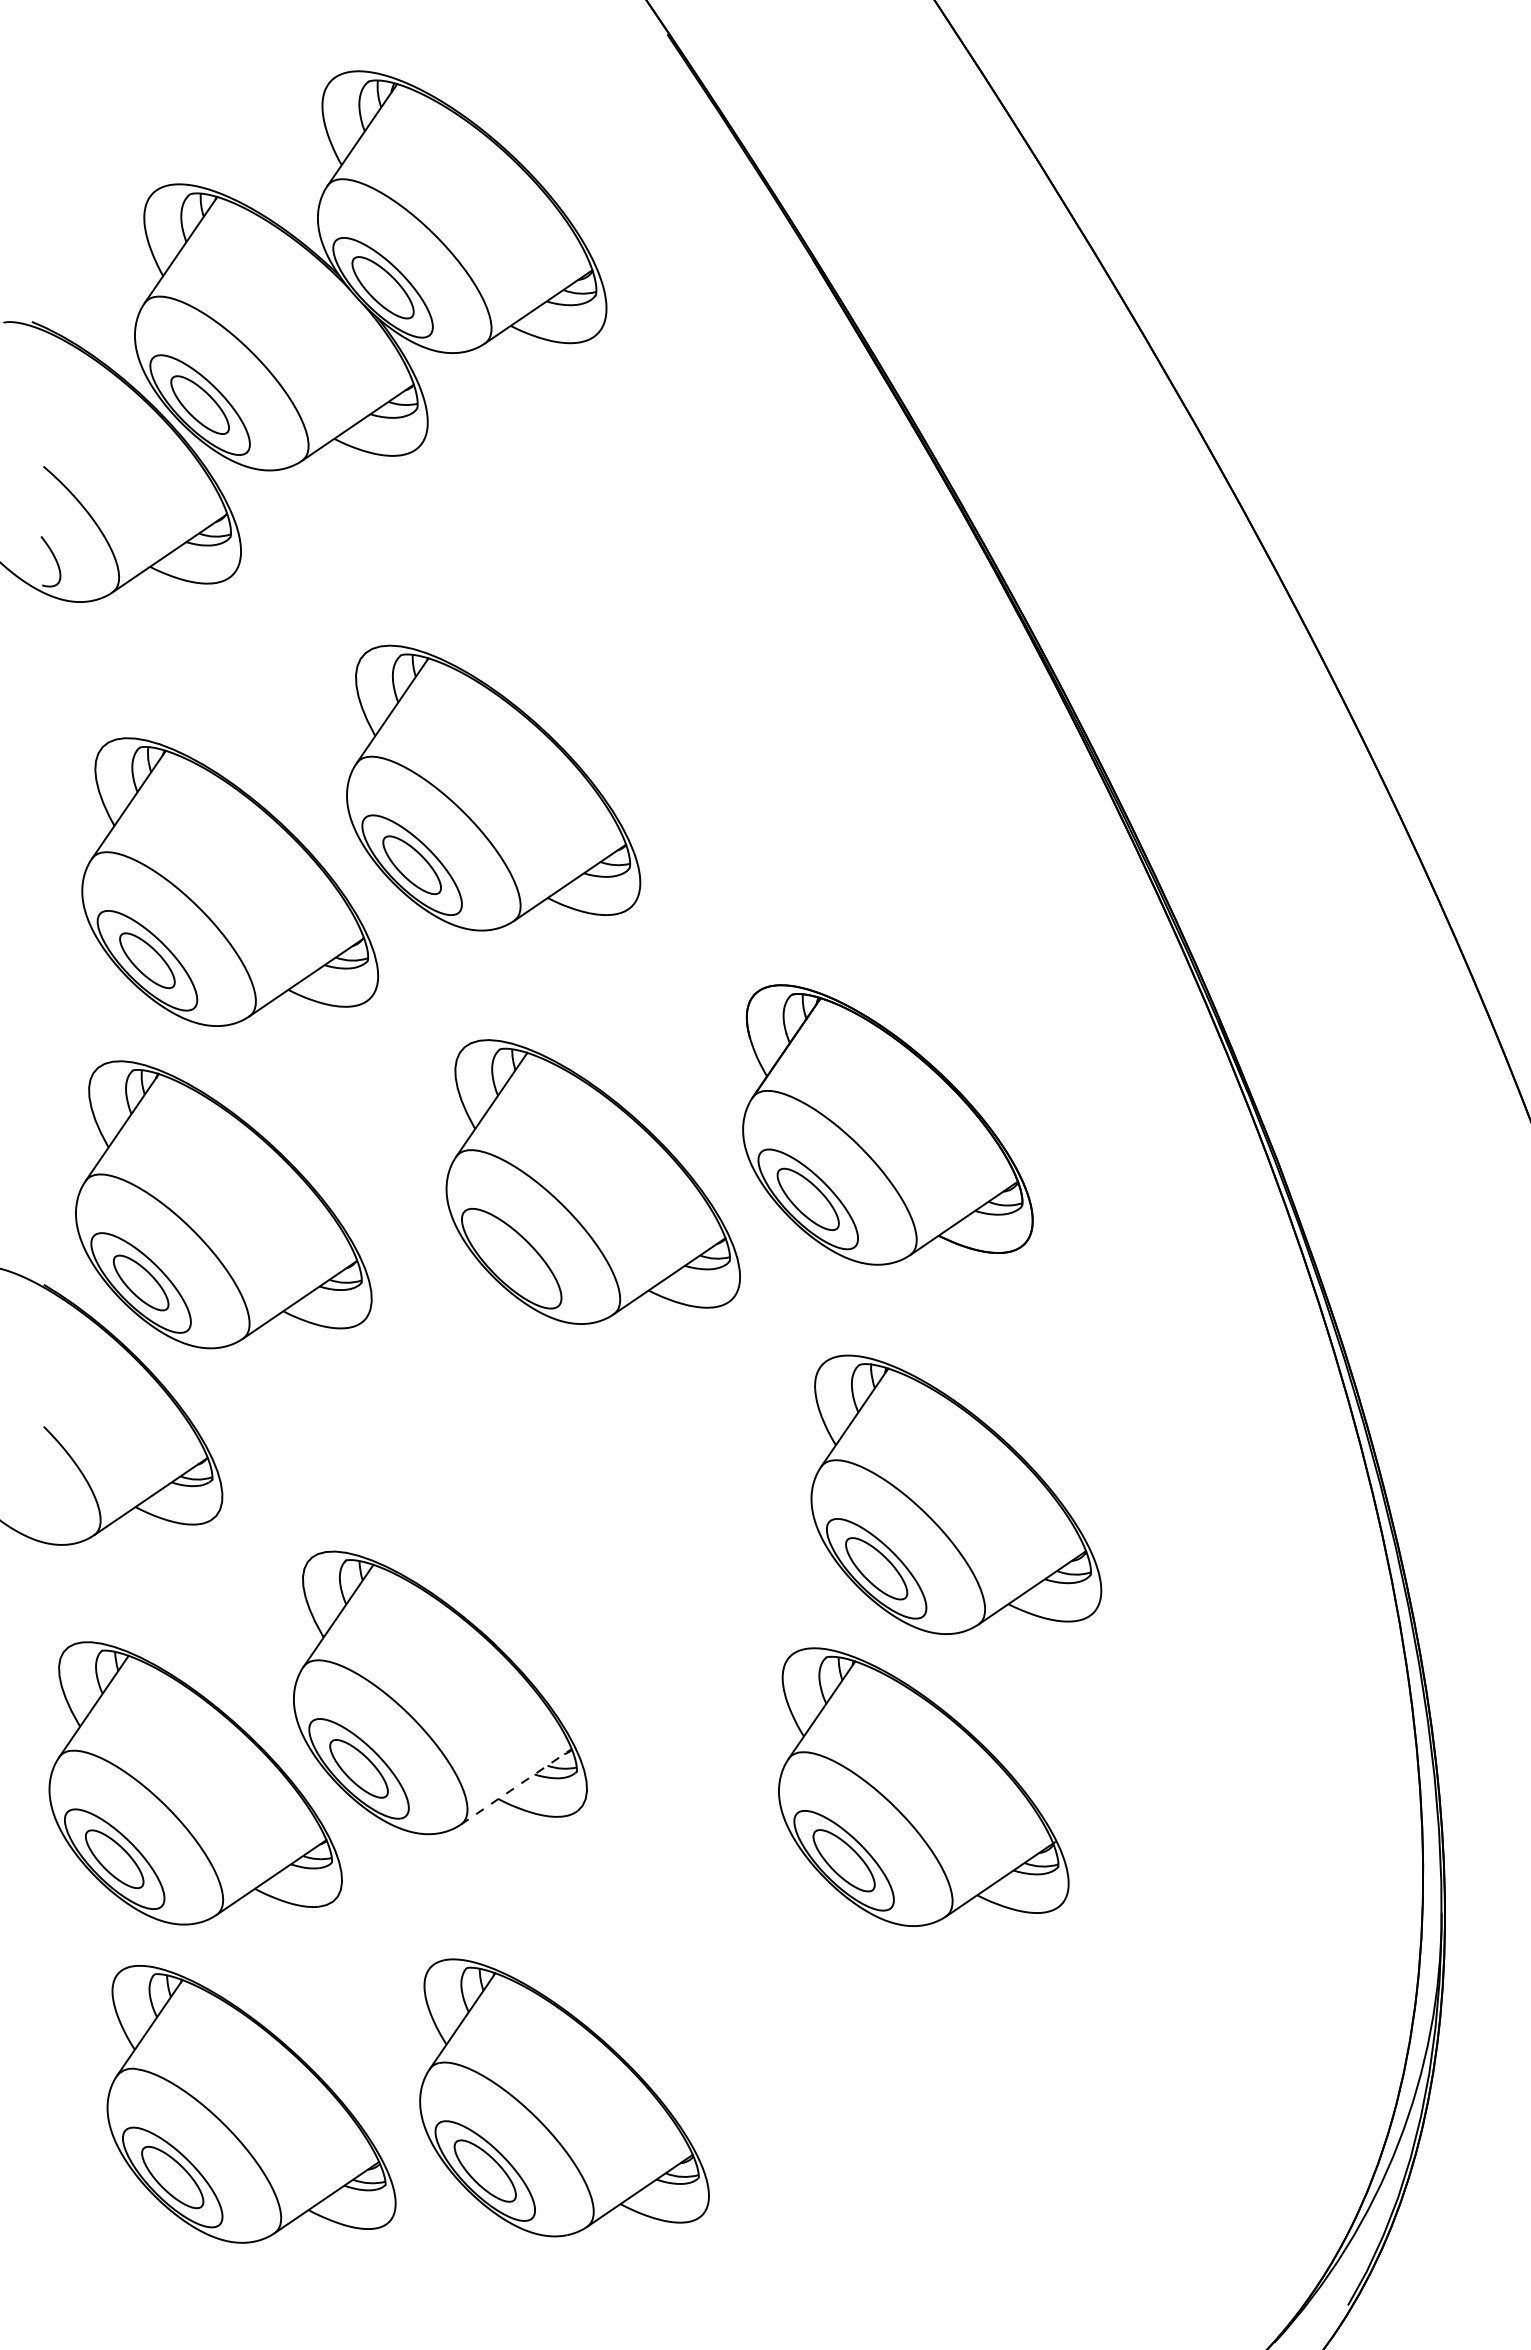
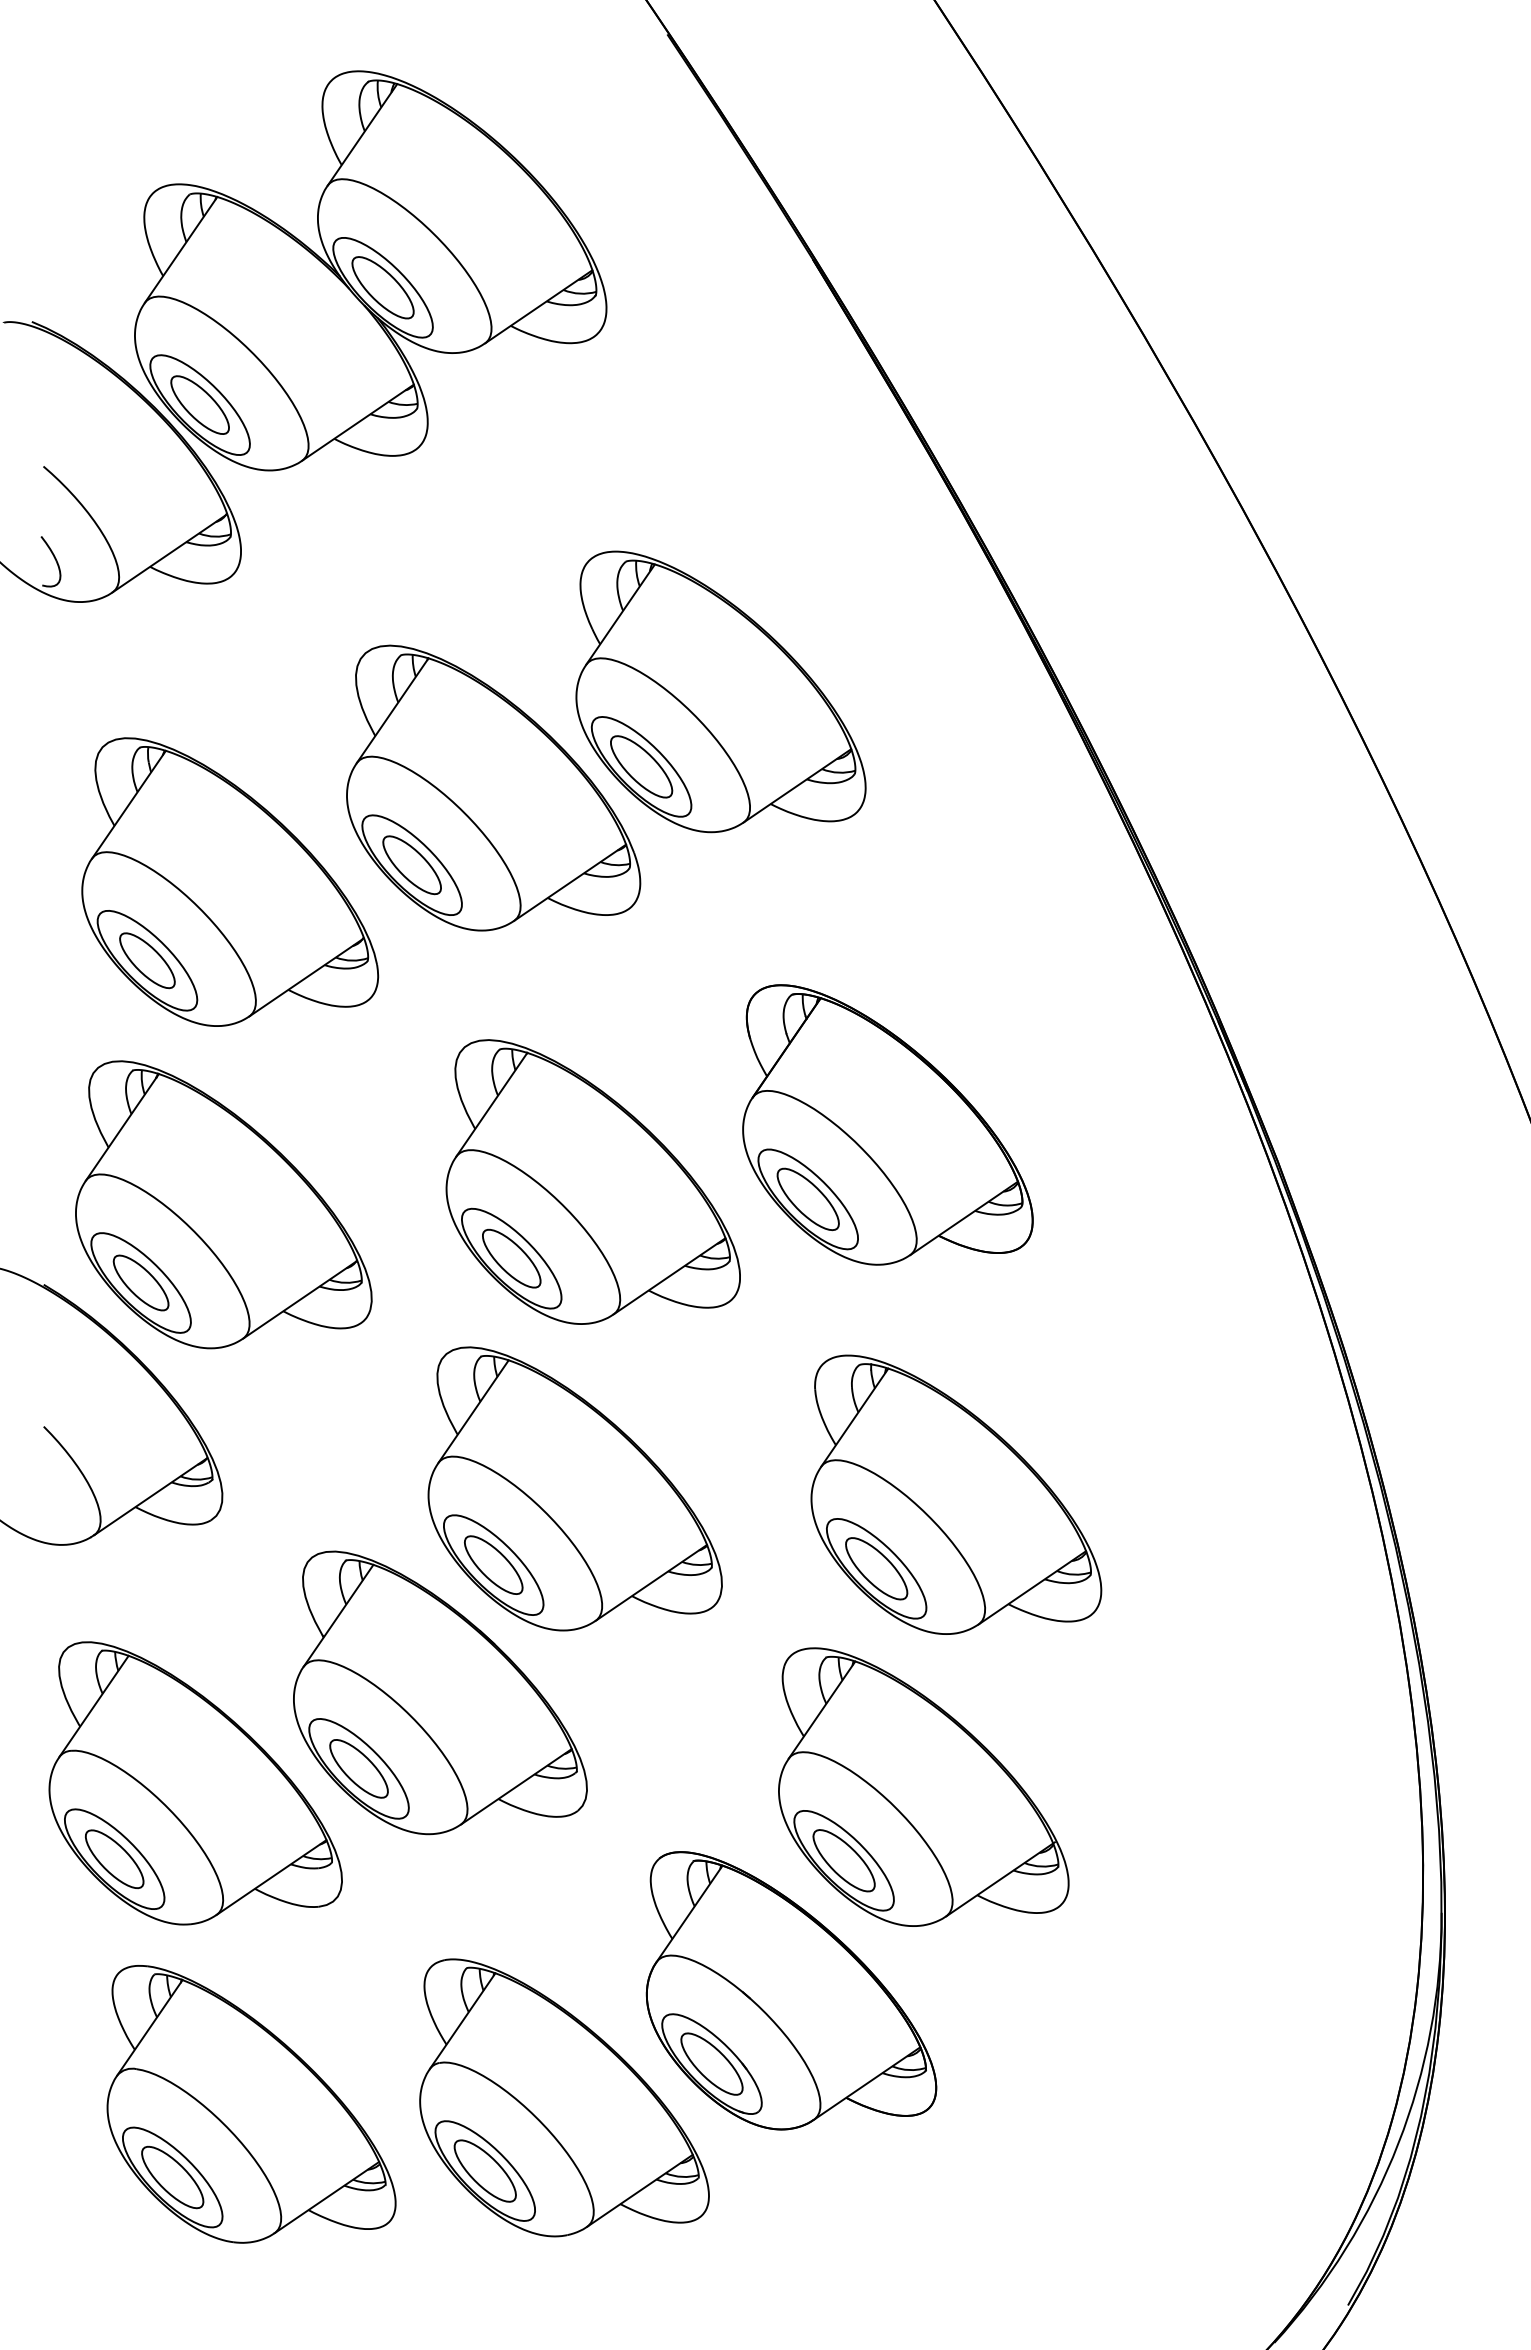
part at (720, 691): none -> present
part at (511, 1258): none -> present
part at (574, 1488): none -> present
line at (516, 1786): dashed -> solid
part at (791, 1990): none -> present
